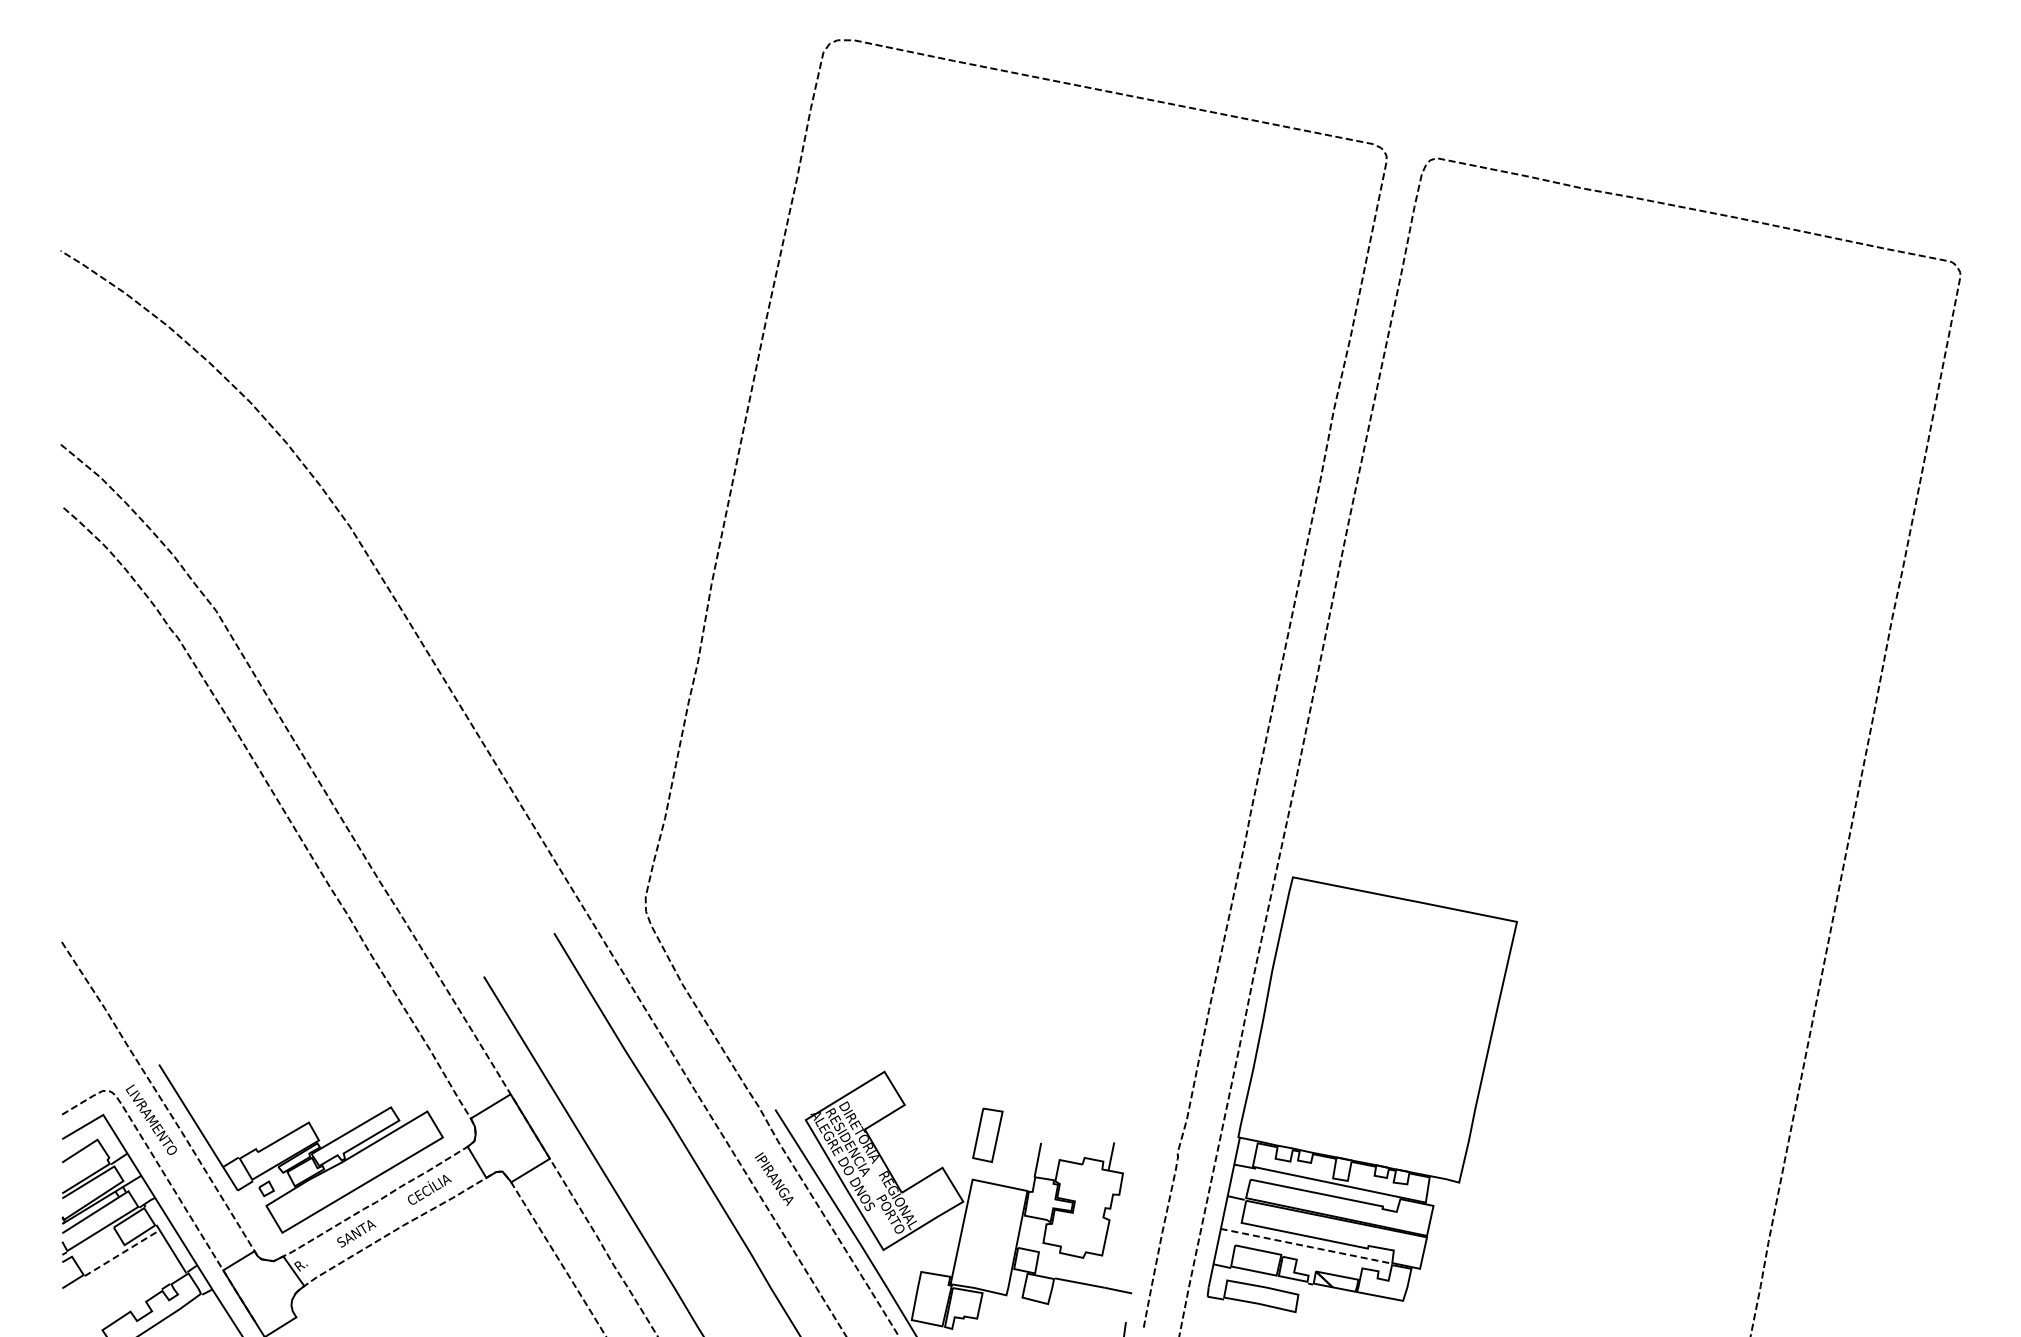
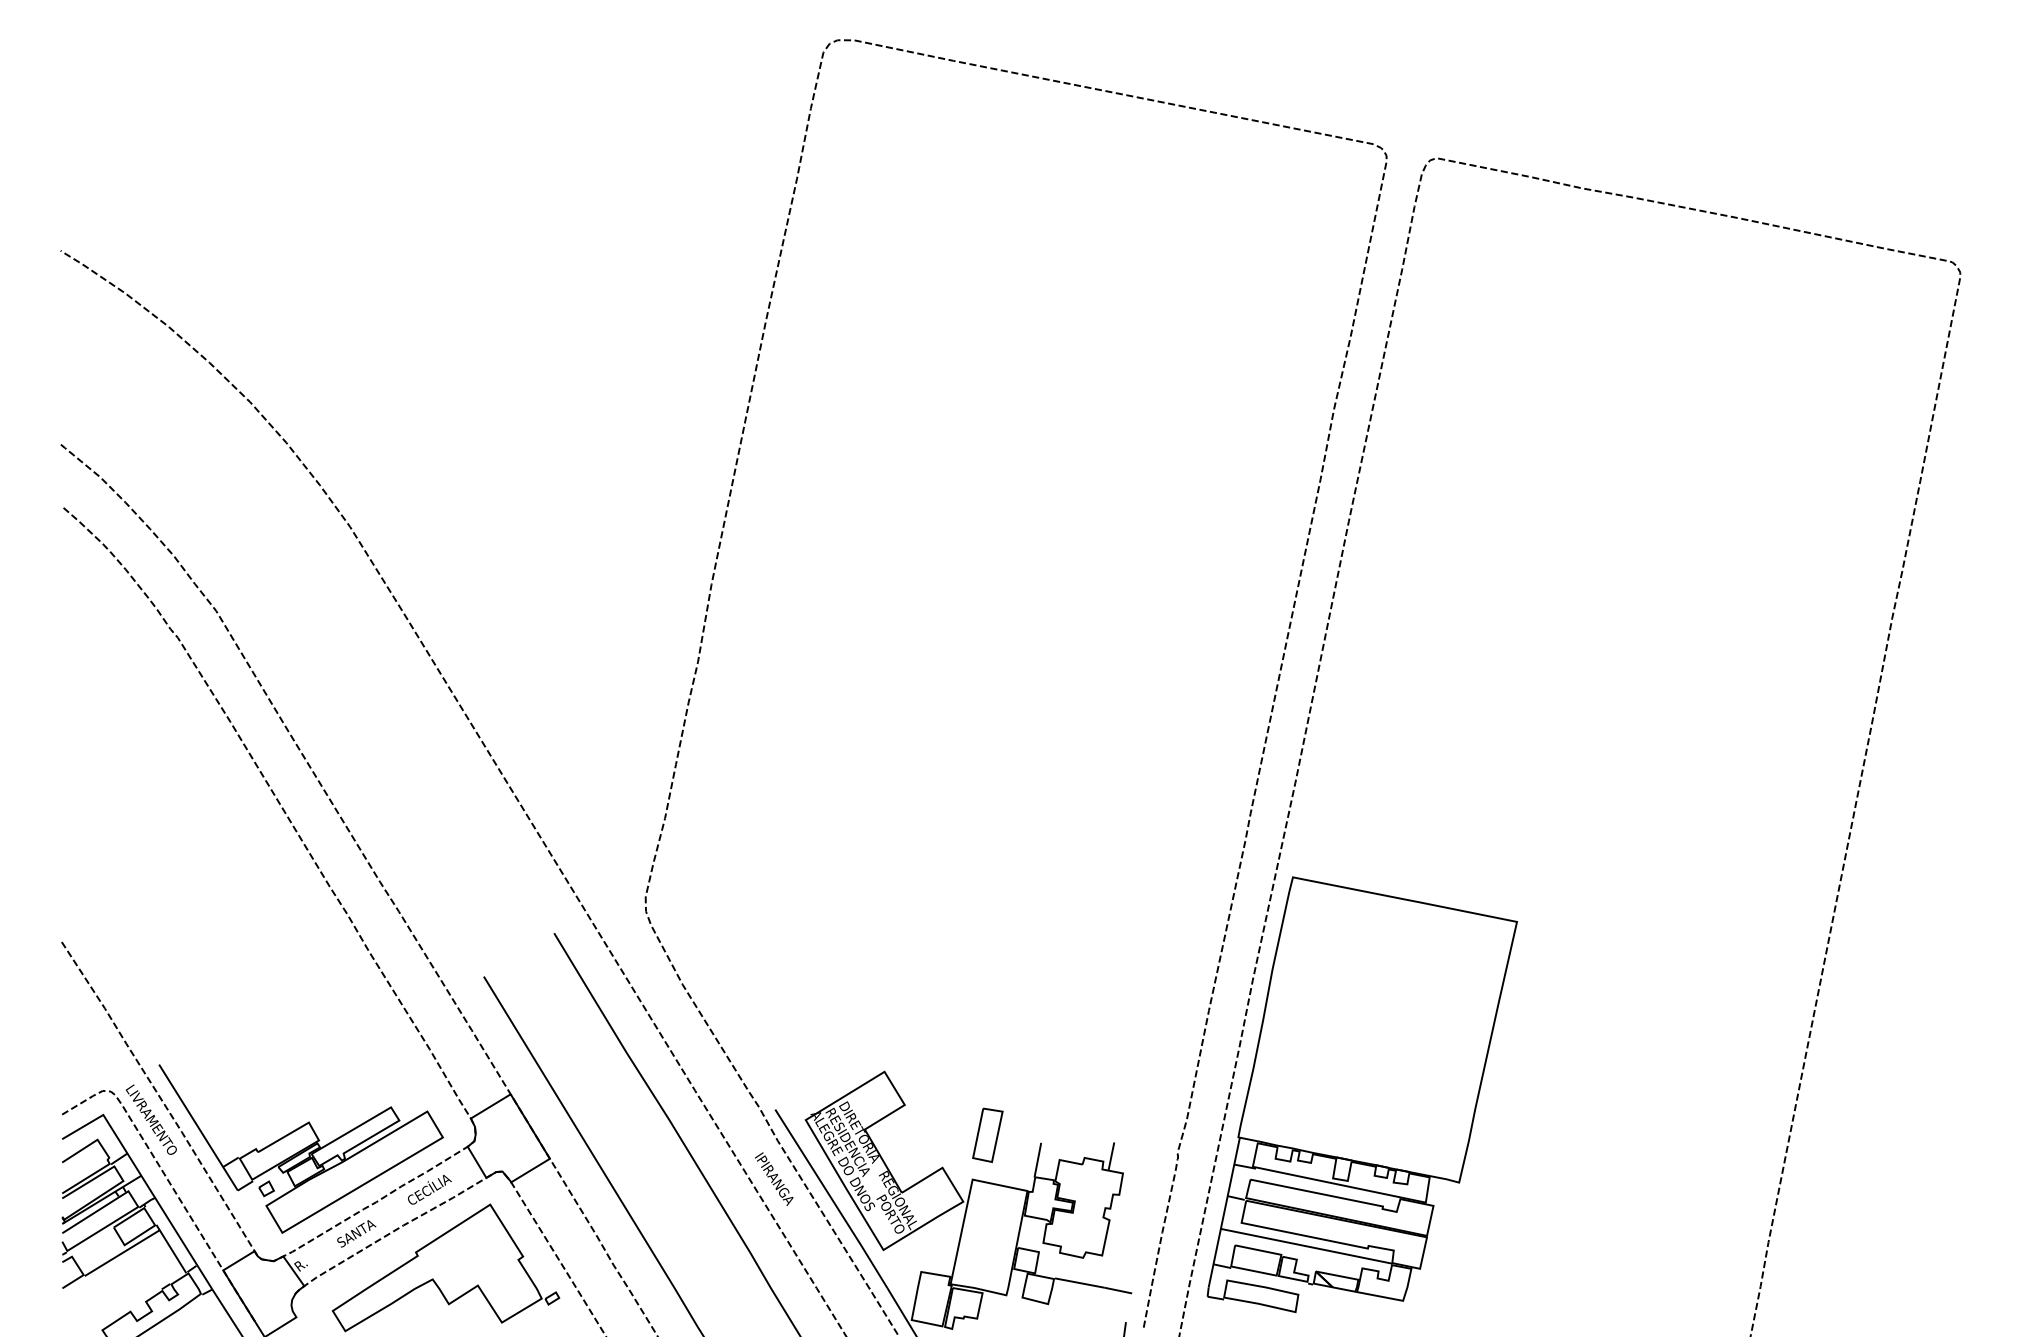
line at (1306, 1246): dashed -> solid
line at (122, 1252): dashed -> solid
part at (445, 1267): none -> present
